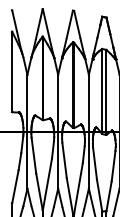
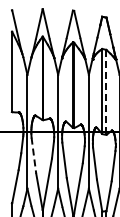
line at (106, 92): solid -> dashed
line at (33, 156): solid -> dashed
